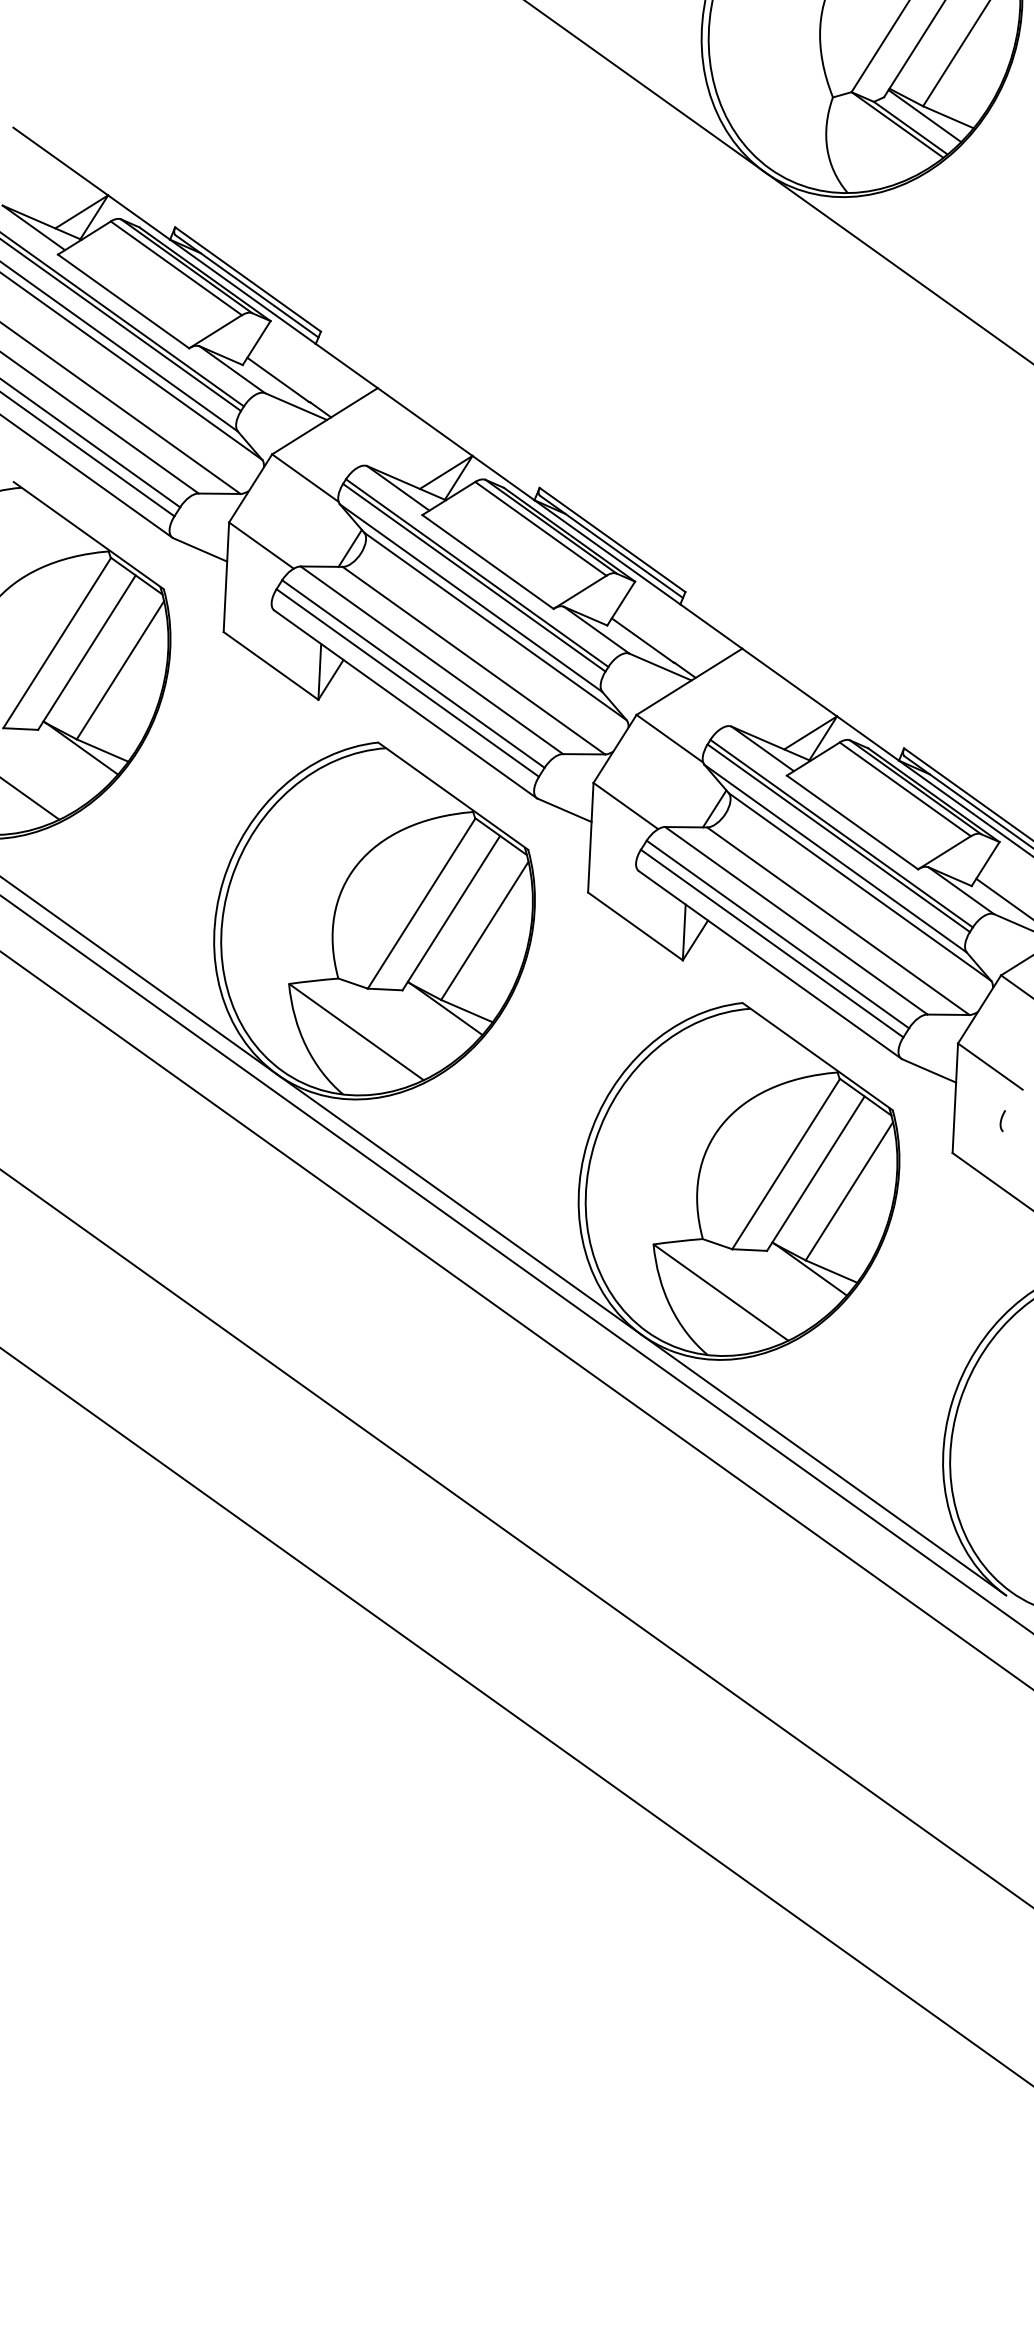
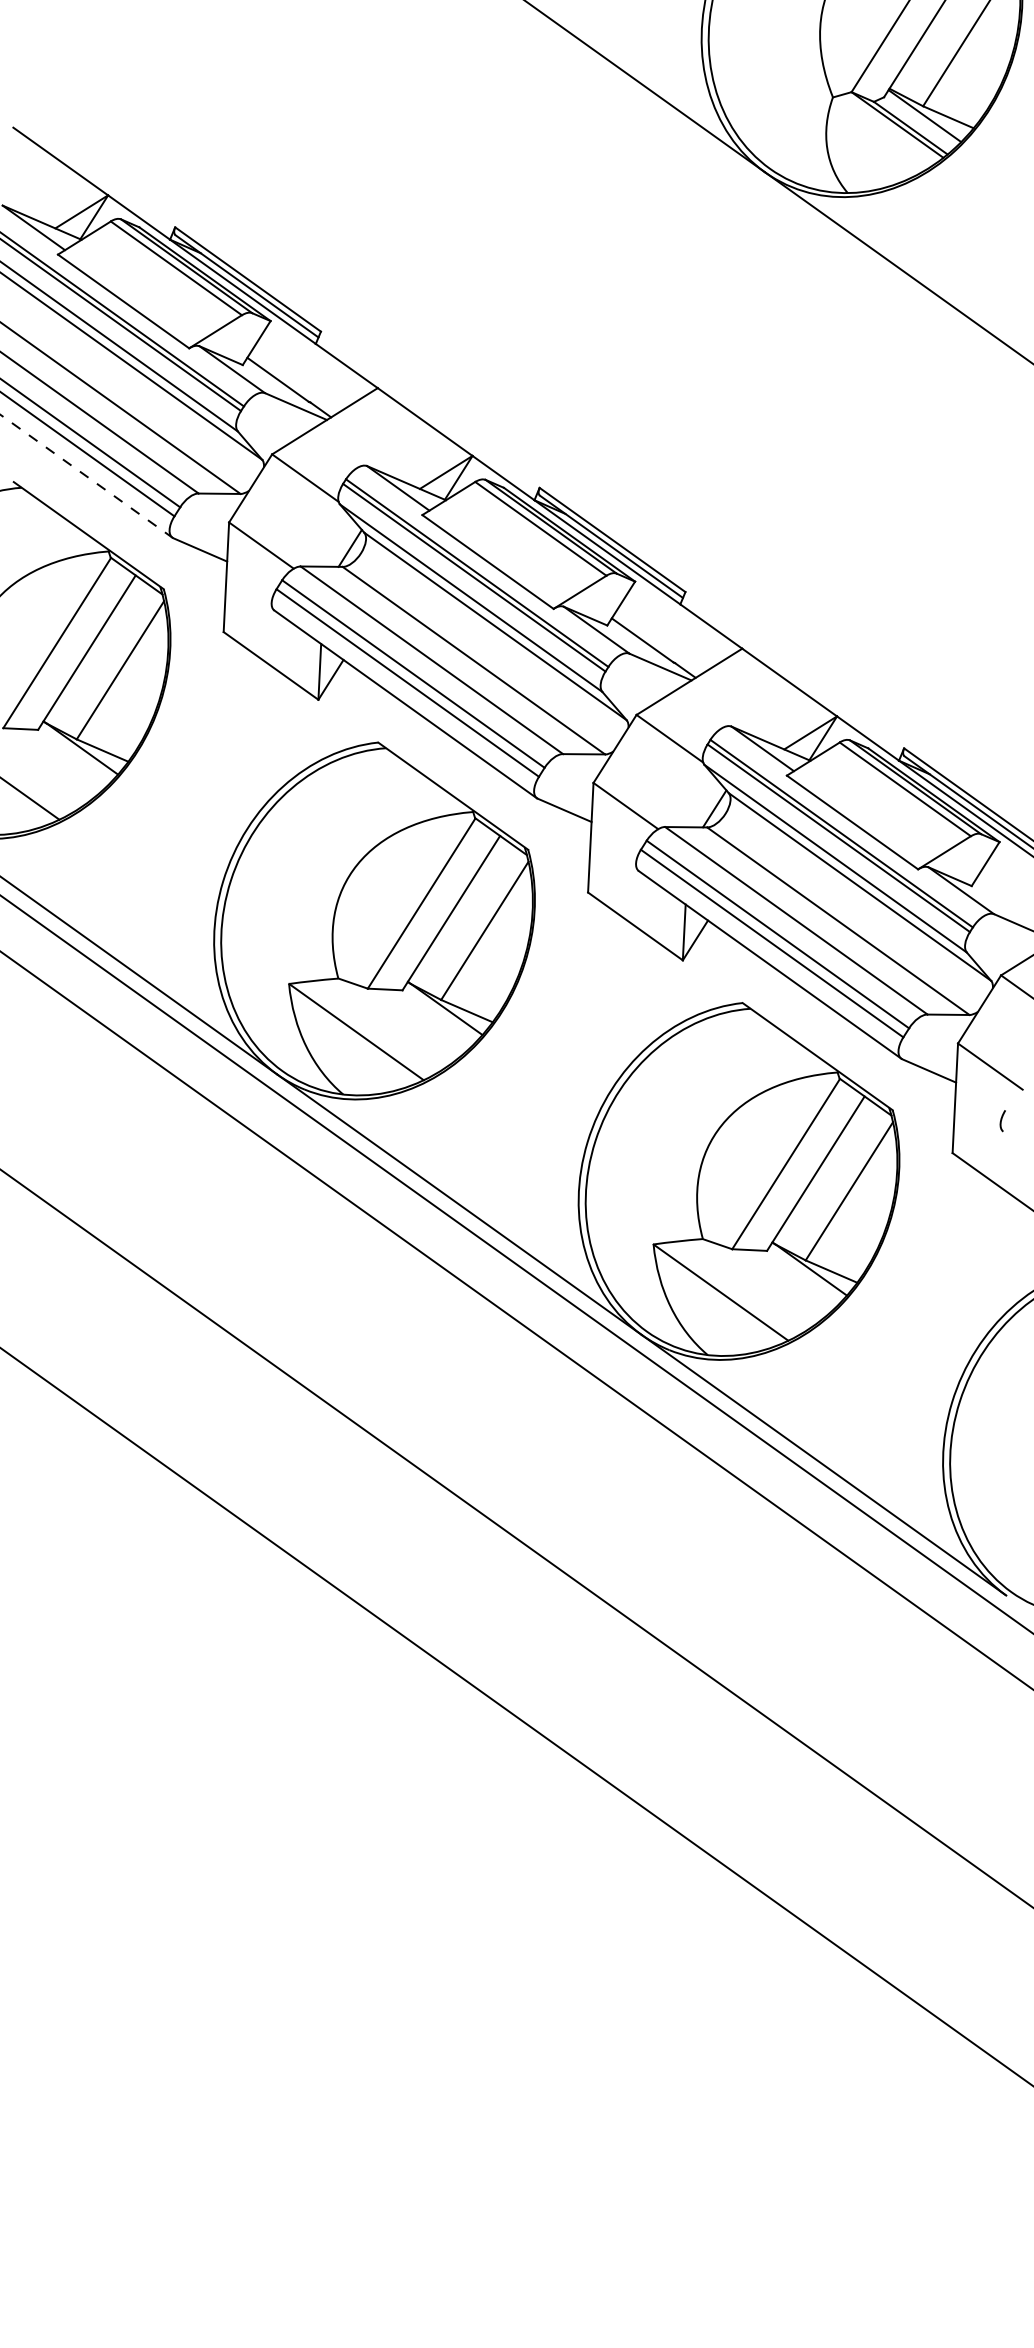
line at (86, 476): solid -> dashed
line at (1003, 897): present -> none
